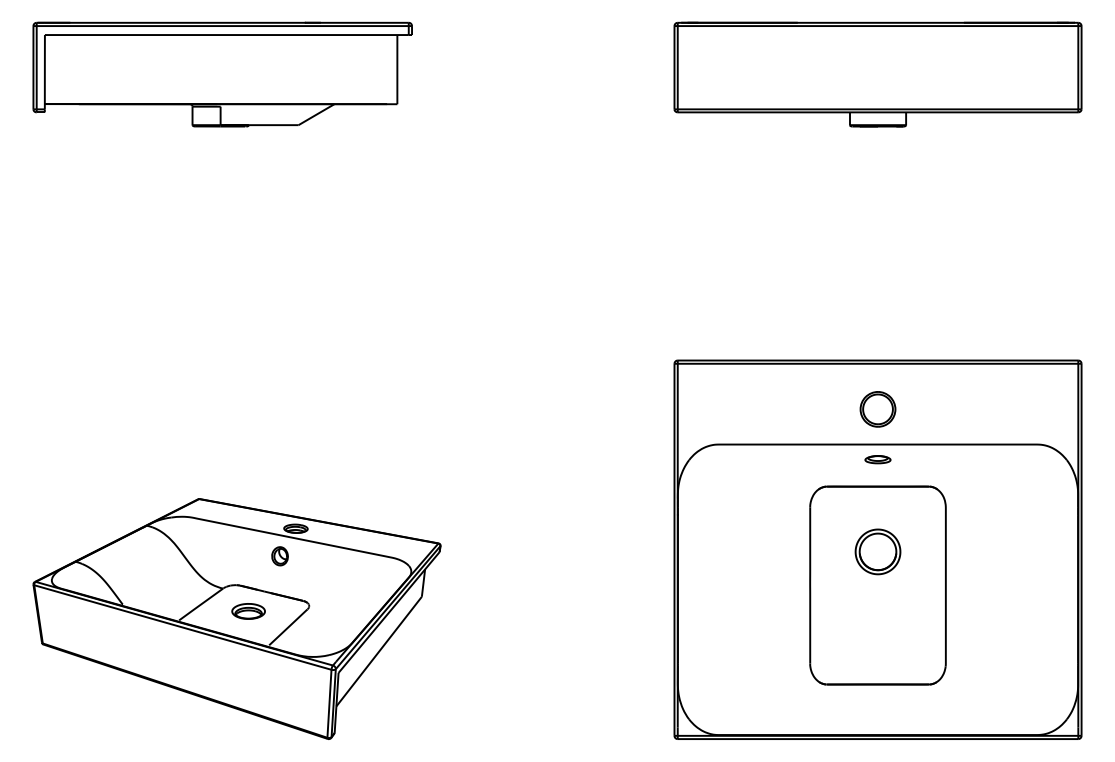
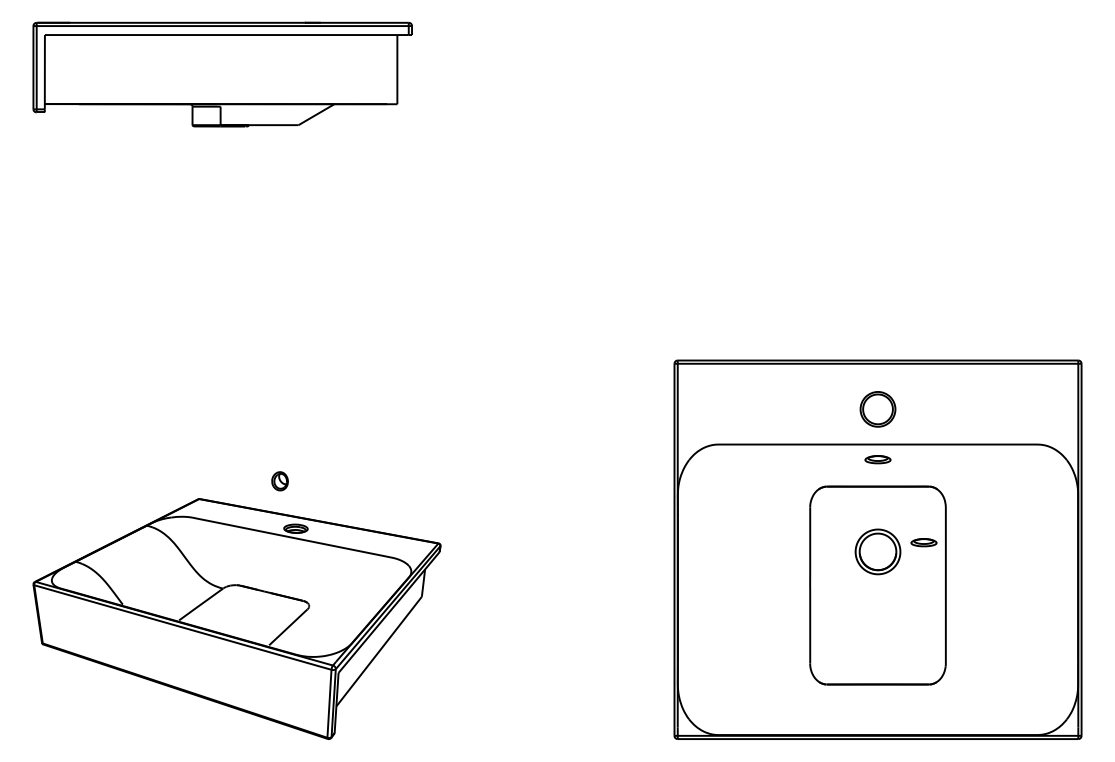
part at (877, 74): present -> none
part at (923, 542): none -> present
part at (279, 556) position: (279, 556) -> (279, 481)
part at (248, 611): present -> none
